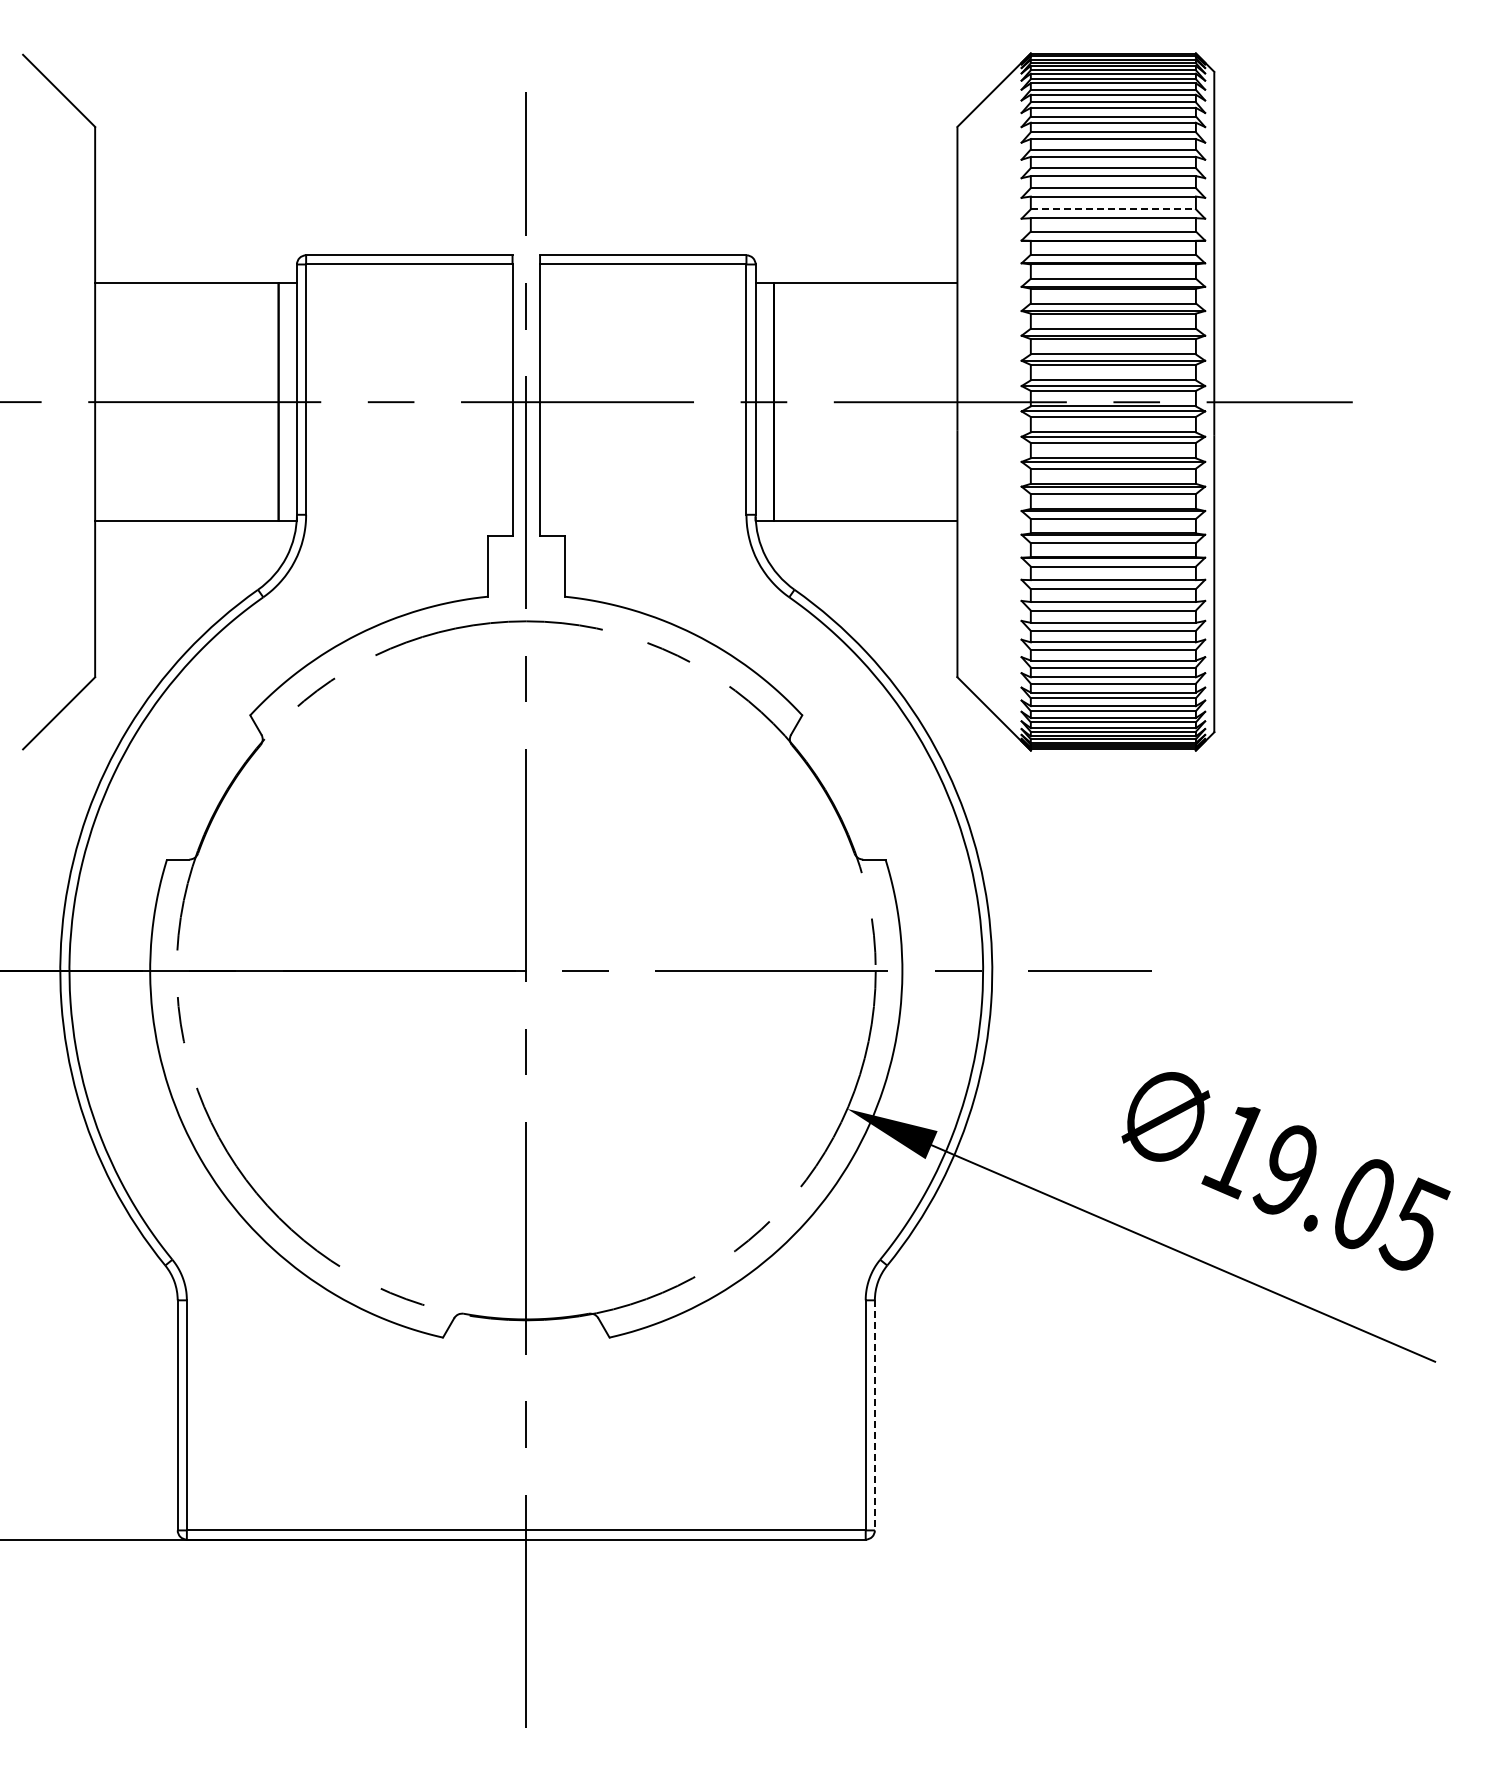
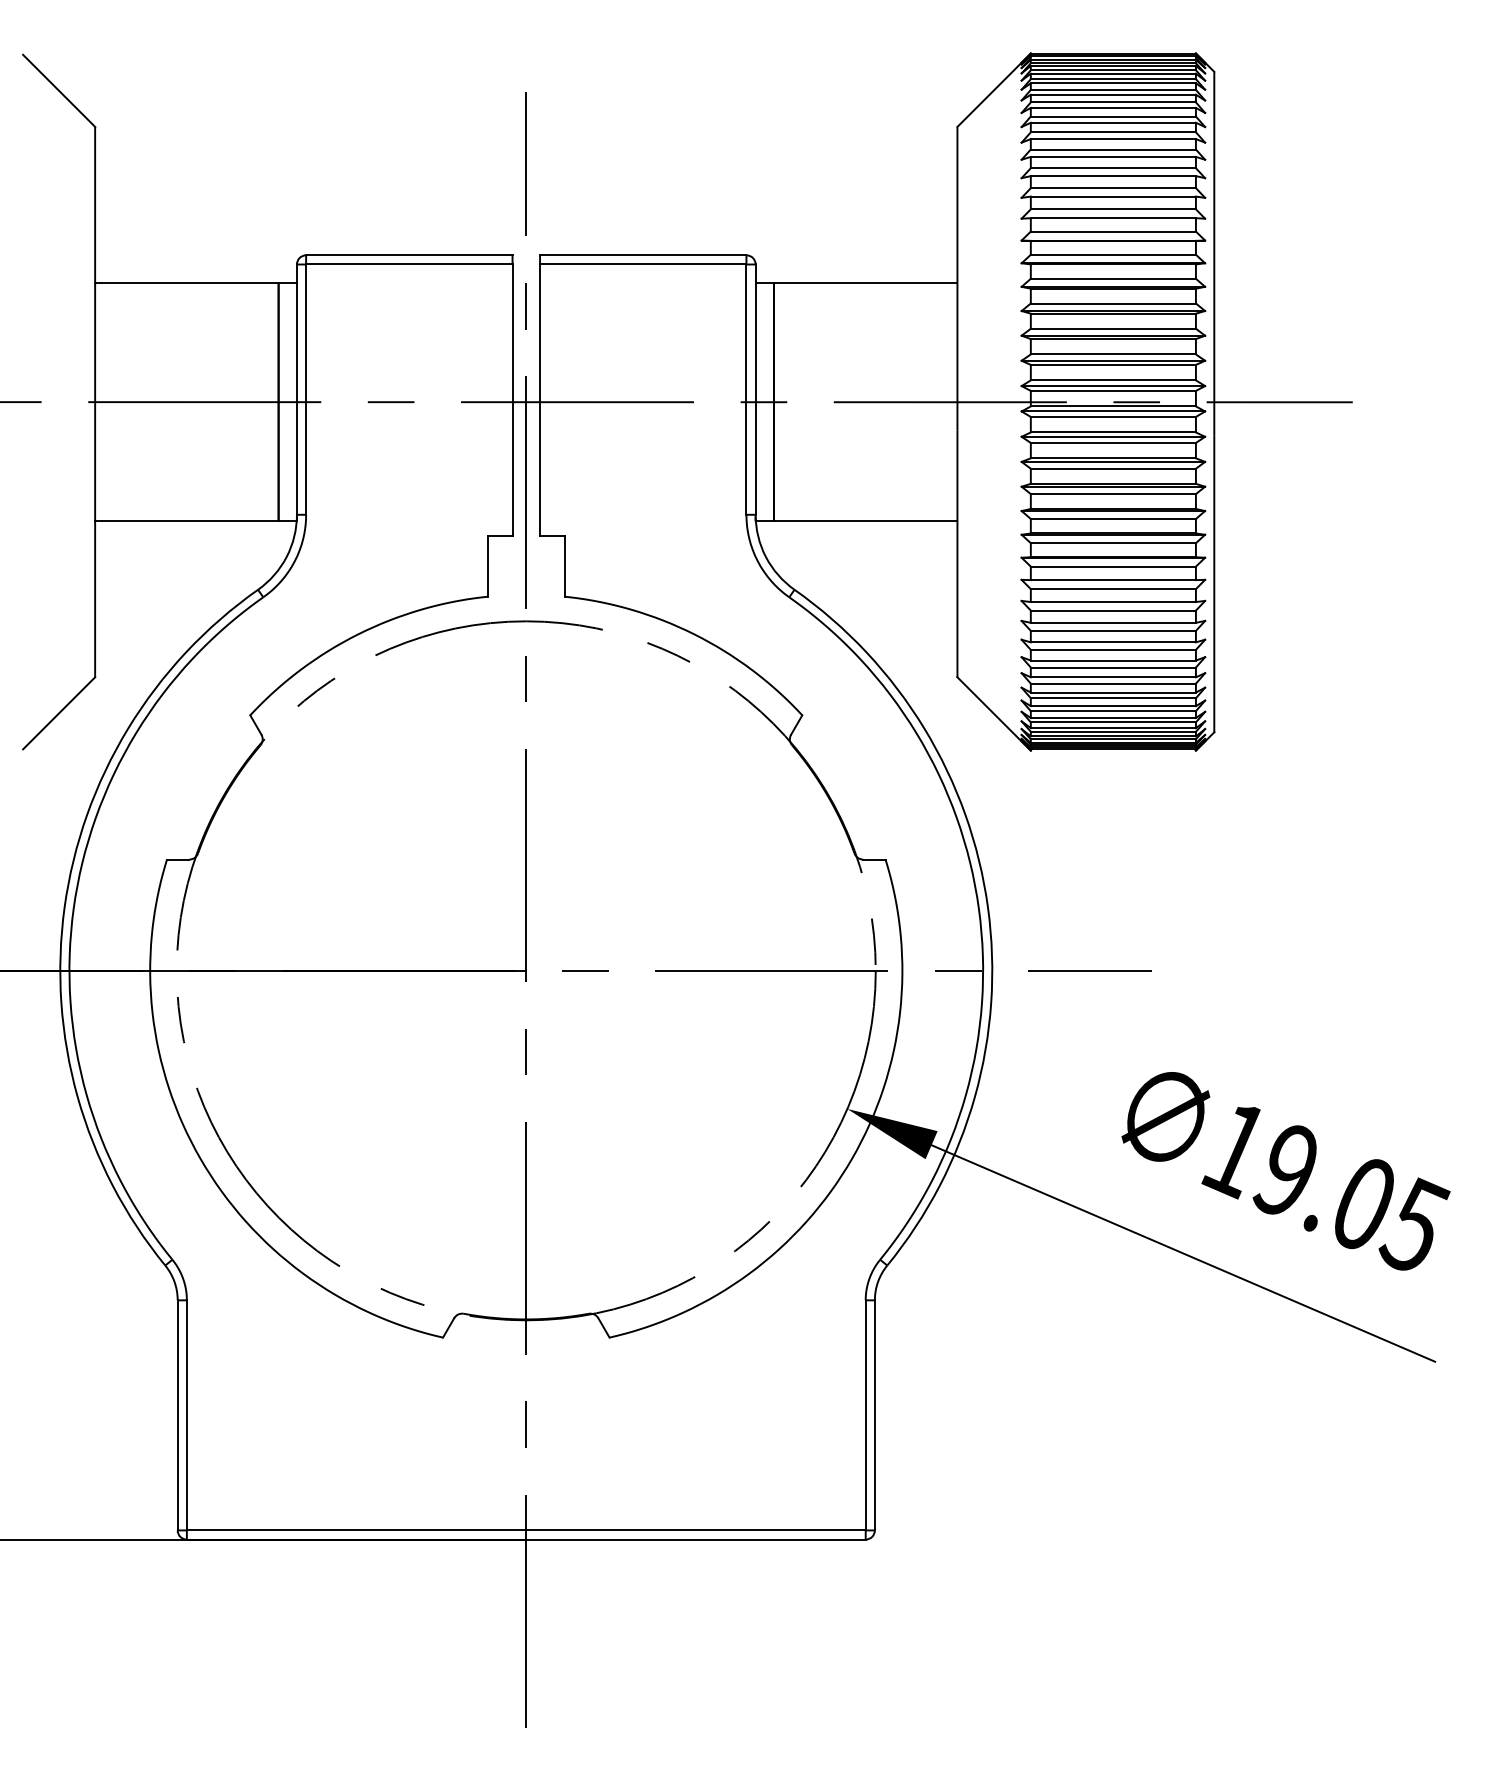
line at (1113, 209): dashed -> solid
line at (874, 1415): dashed -> solid
